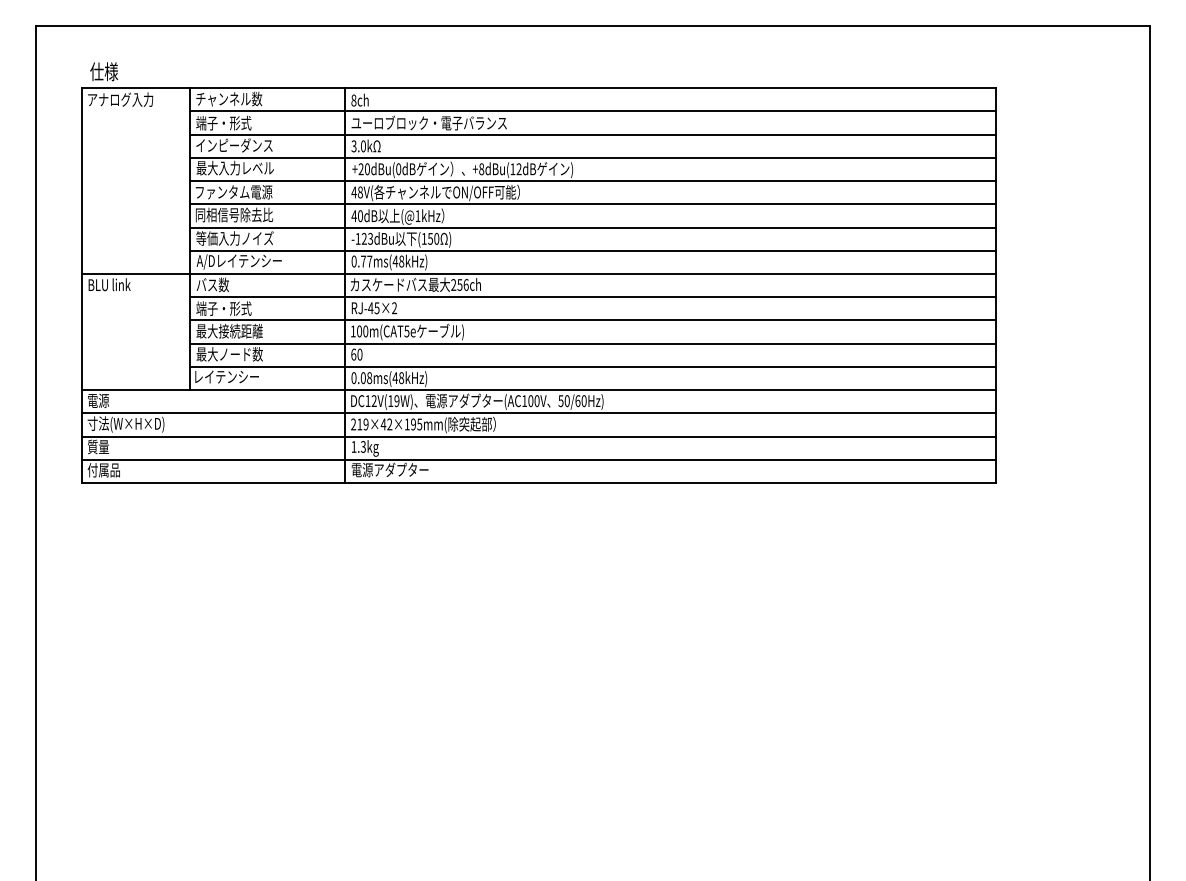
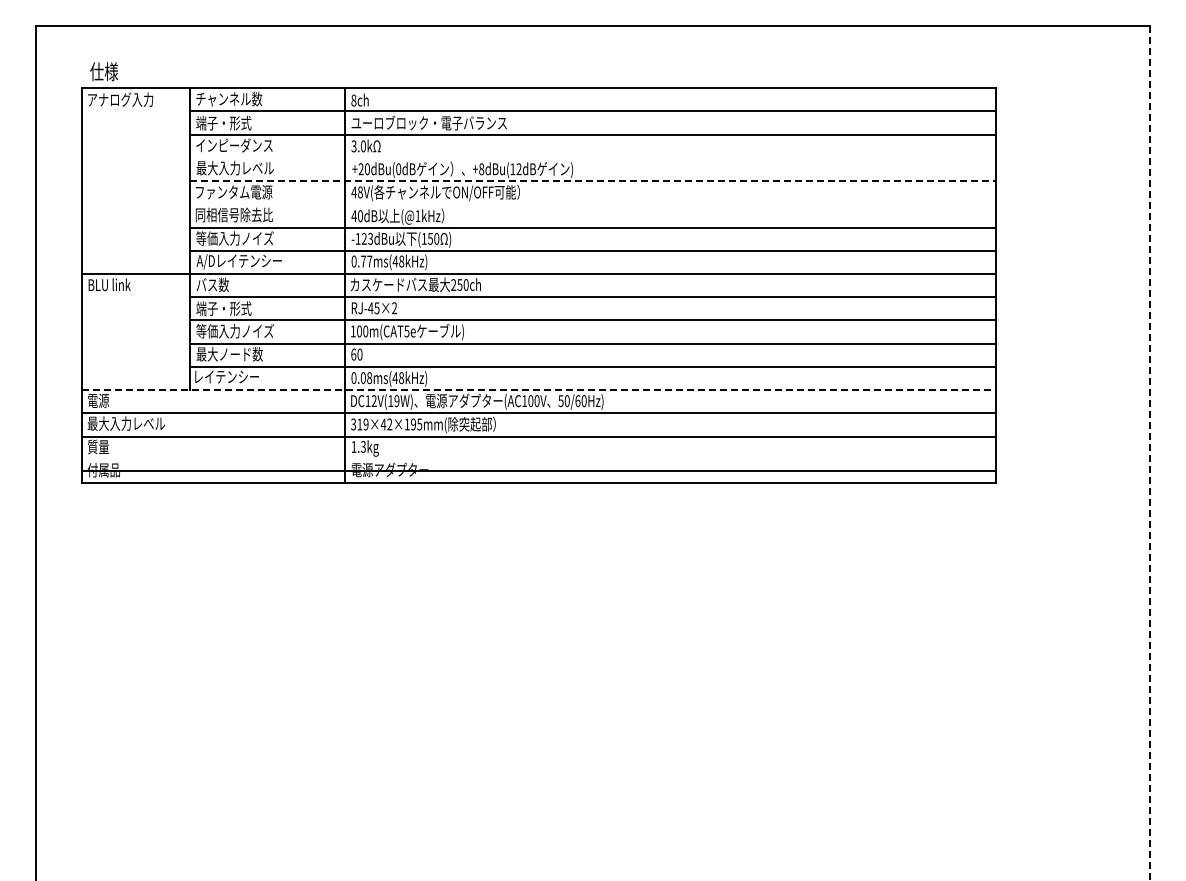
line at (592, 157): present -> none
line at (593, 181): solid -> dashed
line at (592, 204): present -> none
text at (465, 284): 256ch -> 250ch
text at (234, 330): 最大接続距離 -> 等価入力ノイズ
line at (538, 390): solid -> dashed
text at (126, 424): 寸法(W×H×D) -> 最大入力レベル
text at (353, 424): 219×42×195mm( -> 319×42×195mm(
line at (1150, 454): solid -> dashed
line at (538, 459) position: (538, 459) -> (538, 470)
